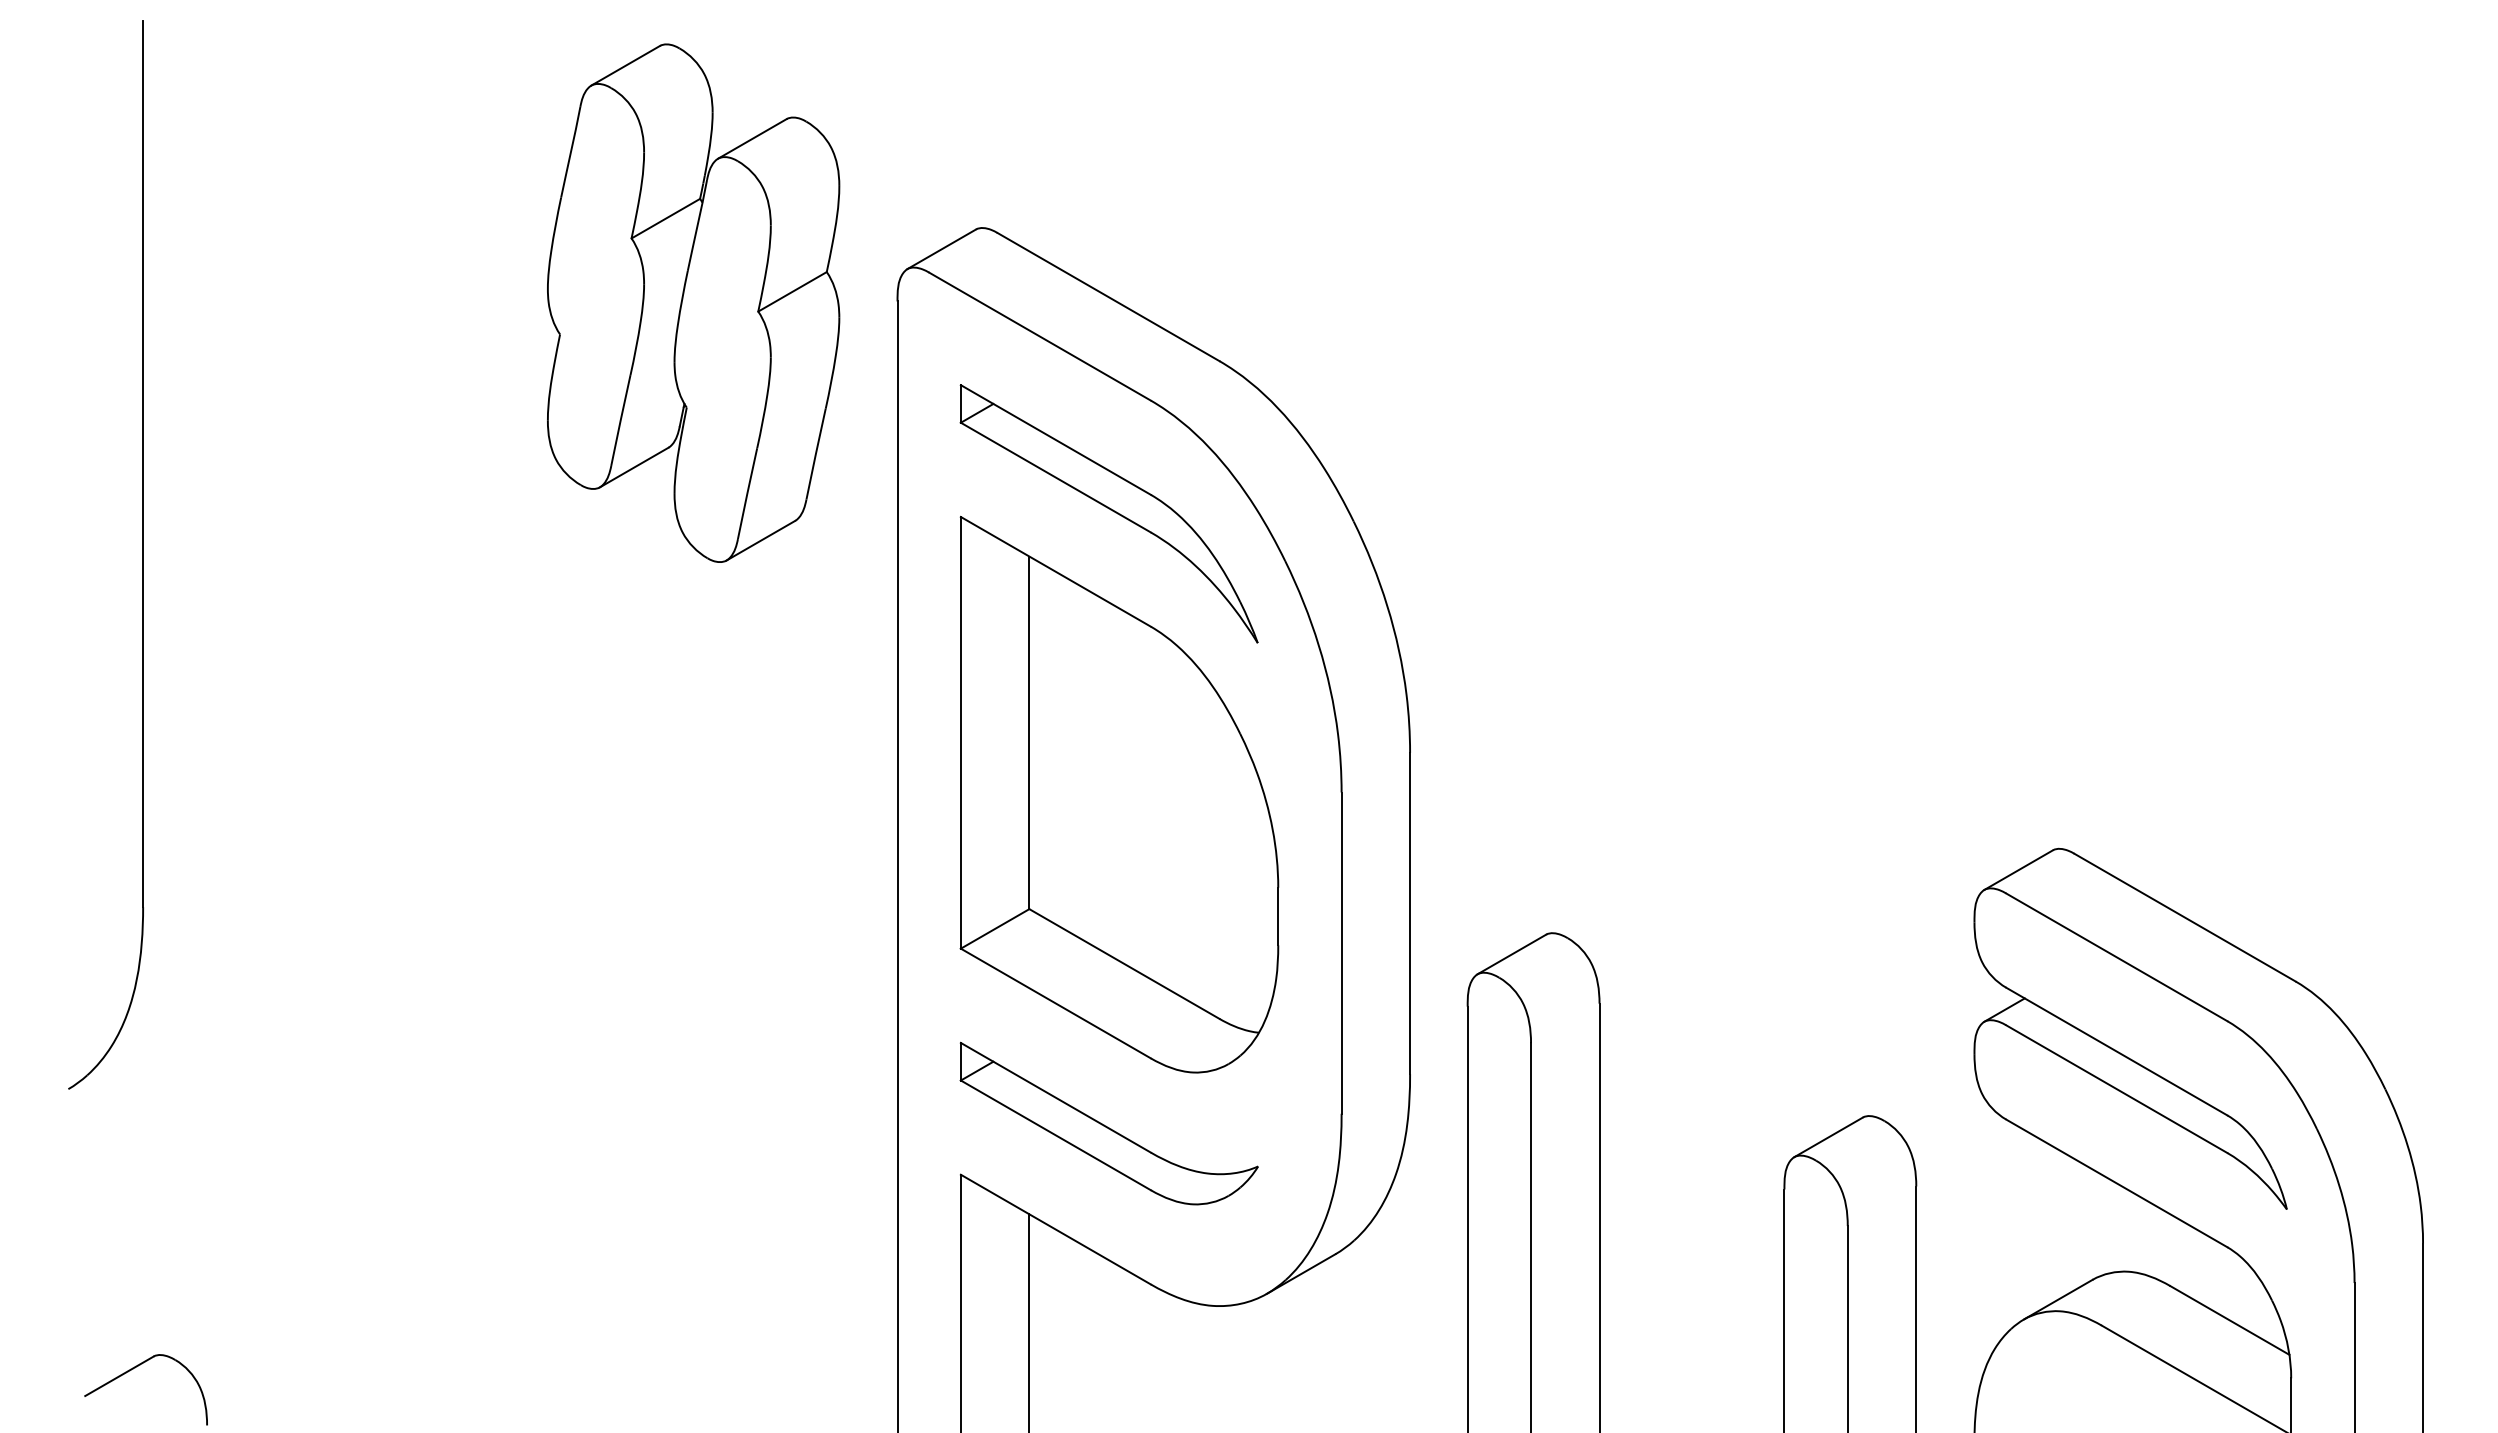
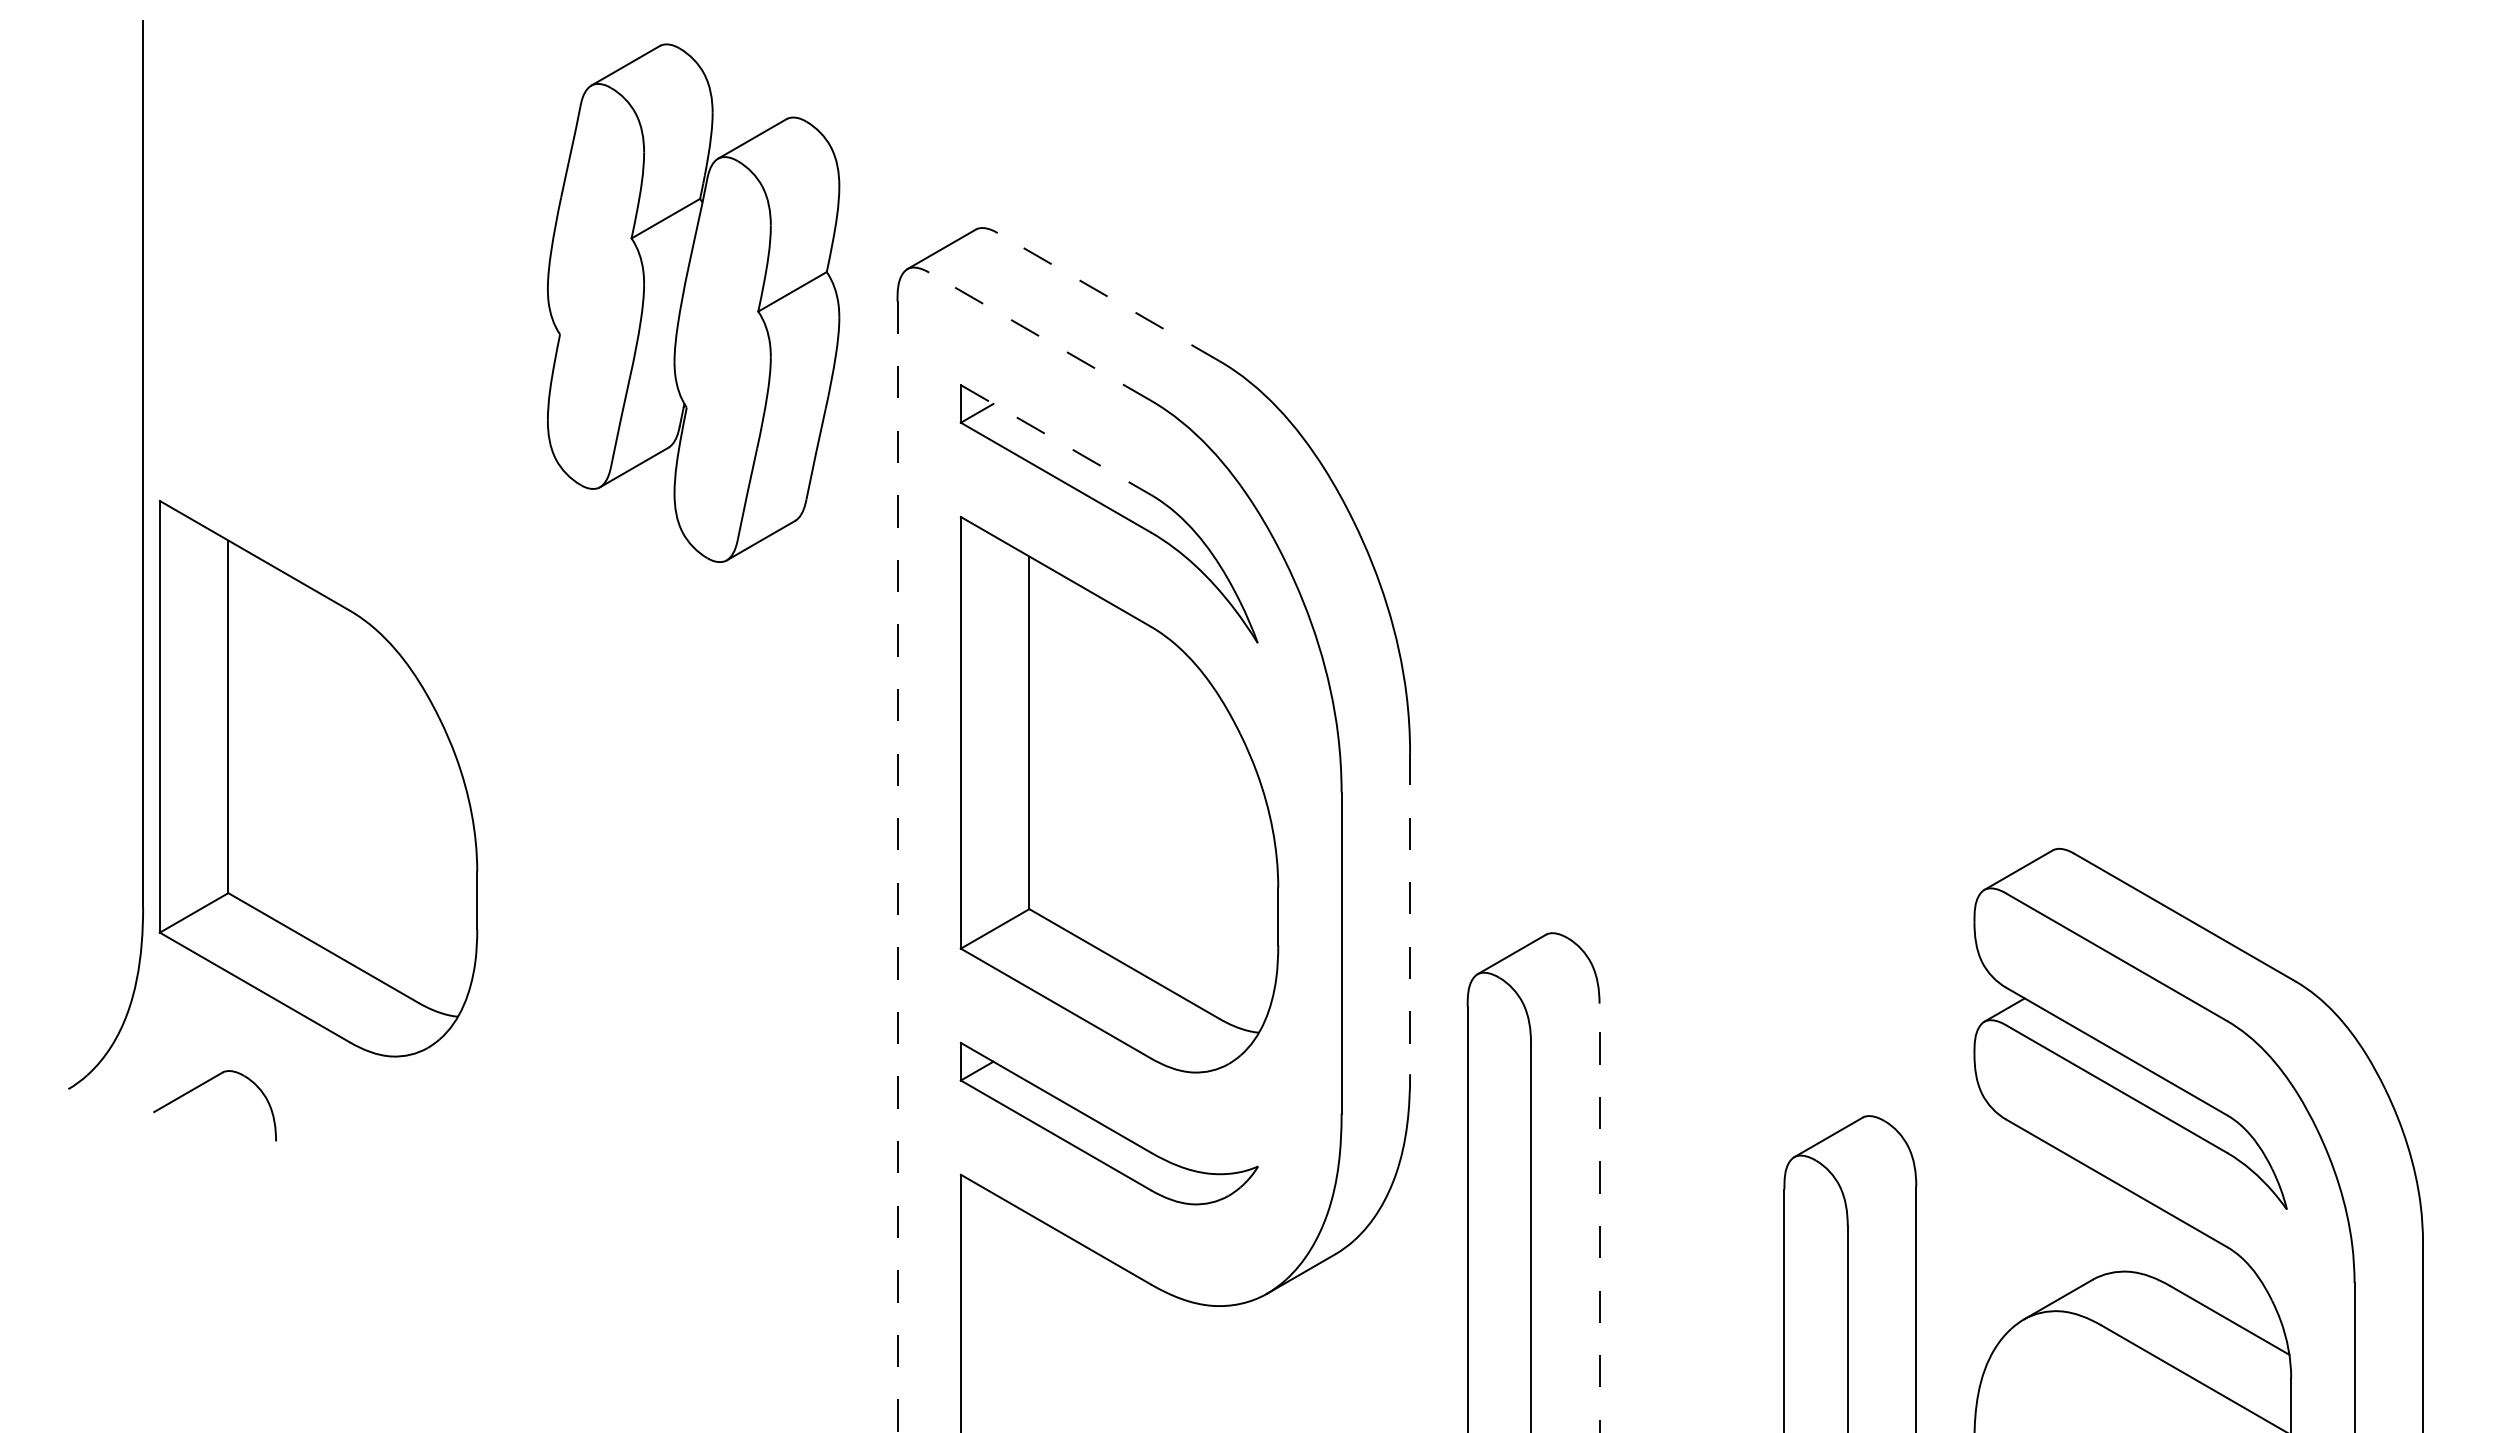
line at (1108, 296): solid -> dashed
line at (1039, 336): solid -> dashed
line at (1055, 440): solid -> dashed
part at (318, 778): none -> present
line at (897, 867): solid -> dashed
line at (1410, 913): solid -> dashed
line at (1599, 1217): solid -> dashed
line at (1029, 1321): present -> none
part at (135, 1368) position: (135, 1368) -> (204, 1084)
